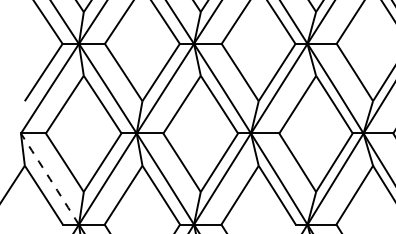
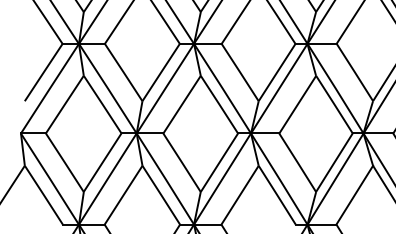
arc at (50, 179): dashed -> solid
